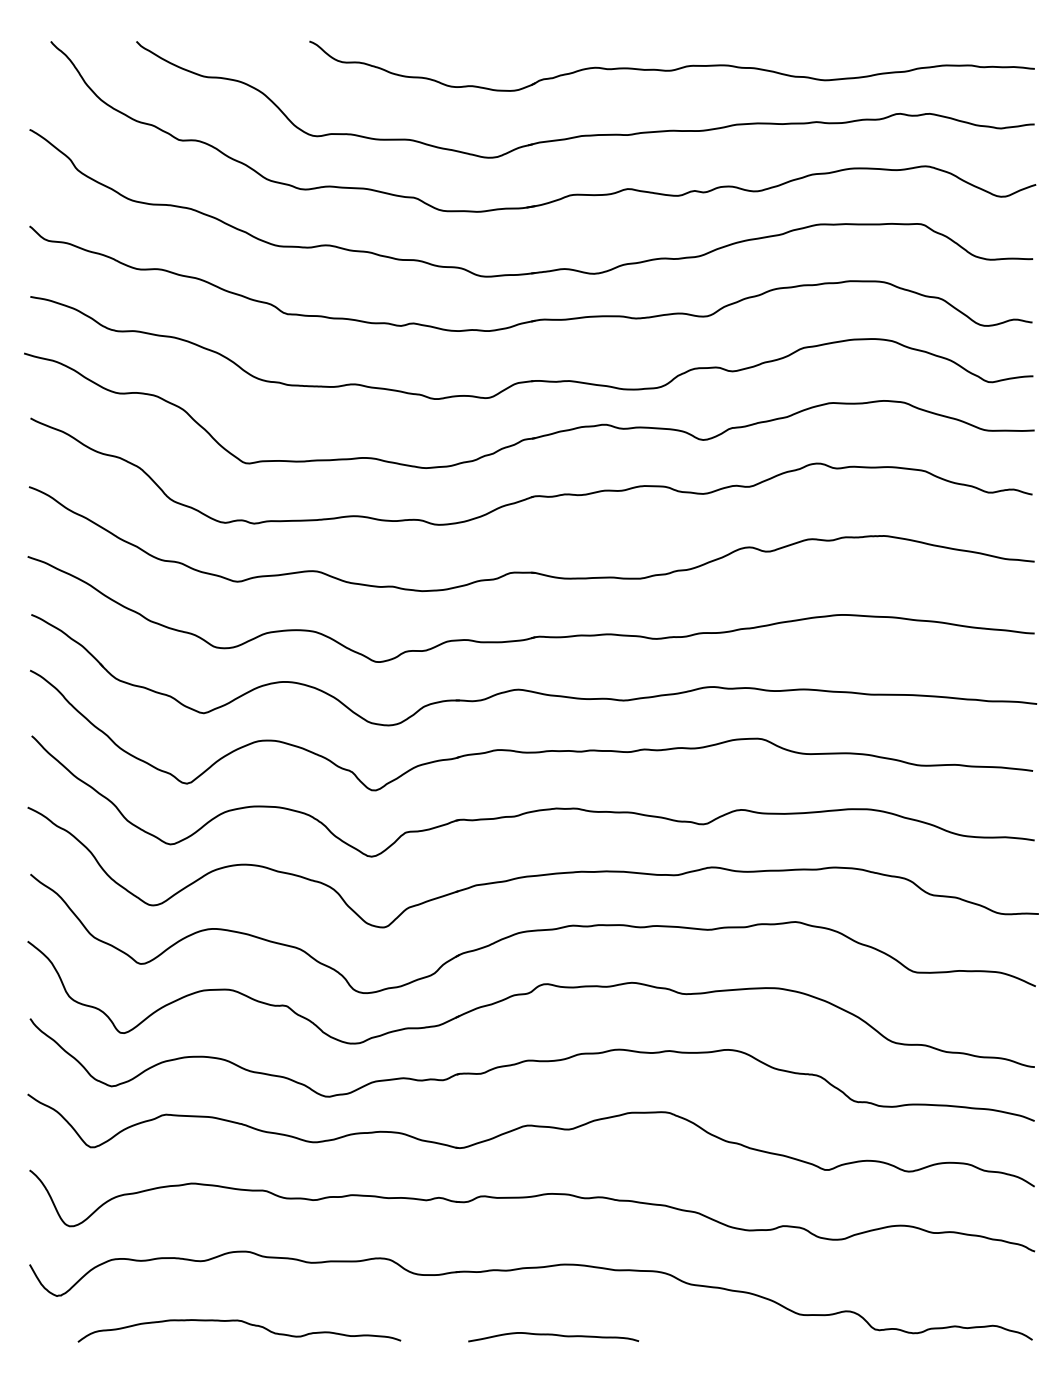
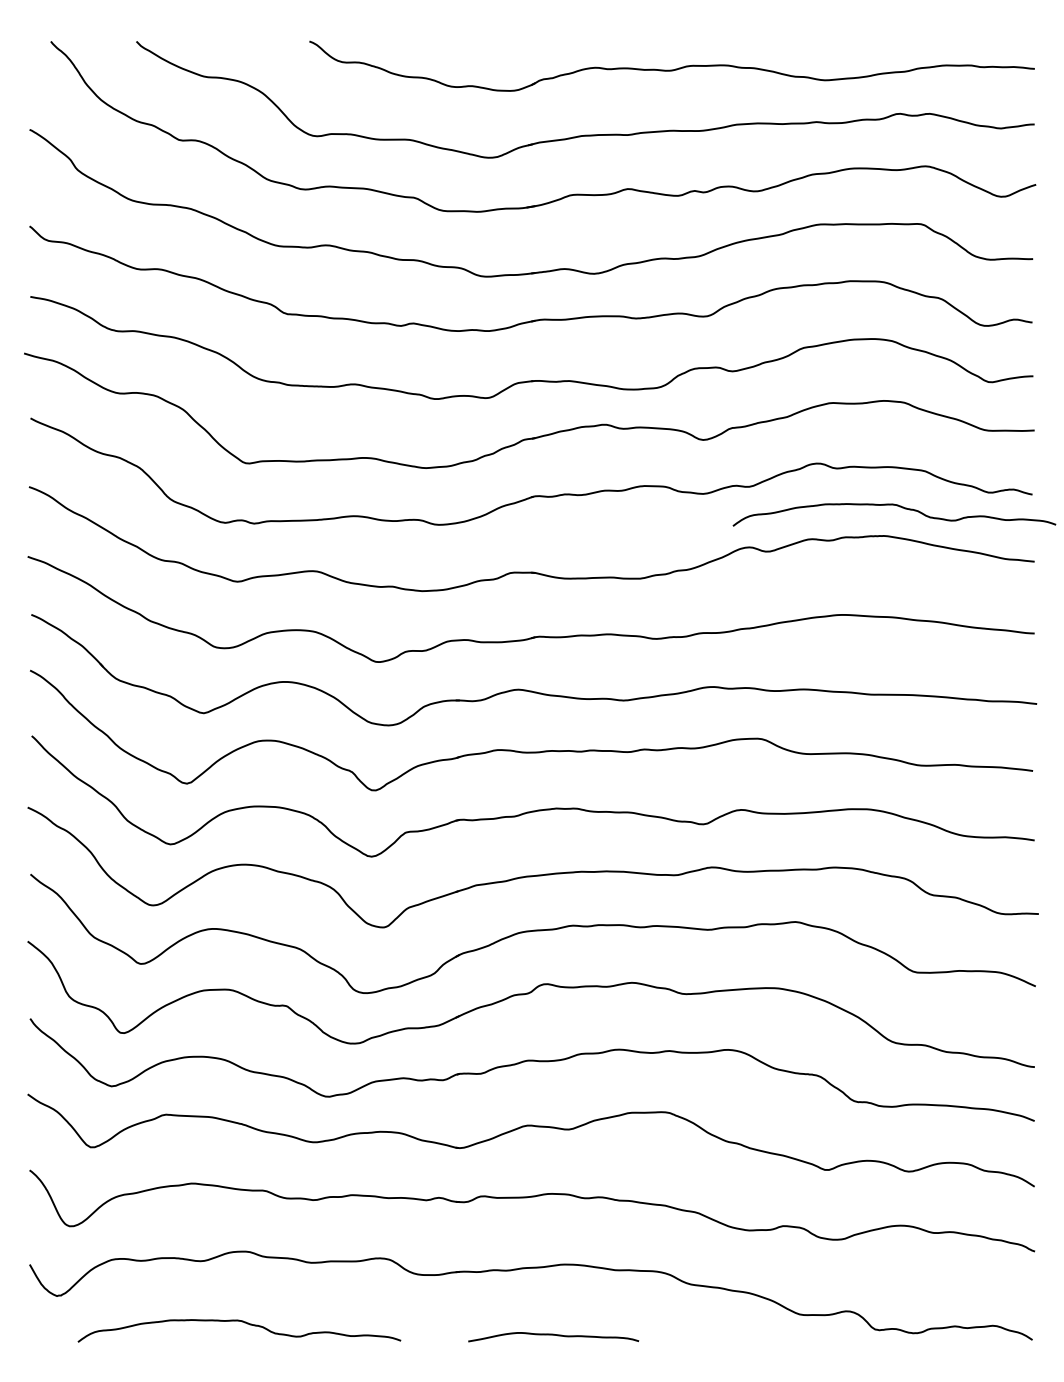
curve at (897, 506): none -> present
